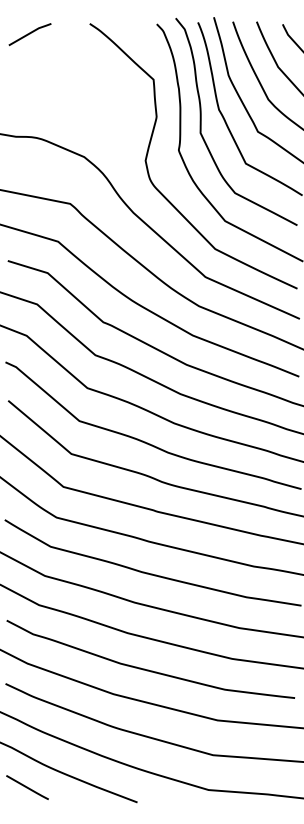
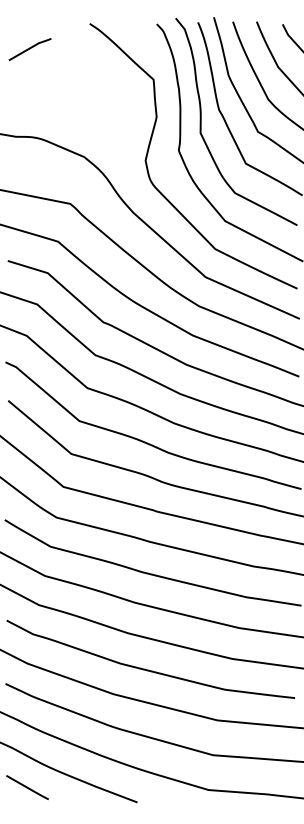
line at (29, 34) position: (29, 34) -> (29, 49)
